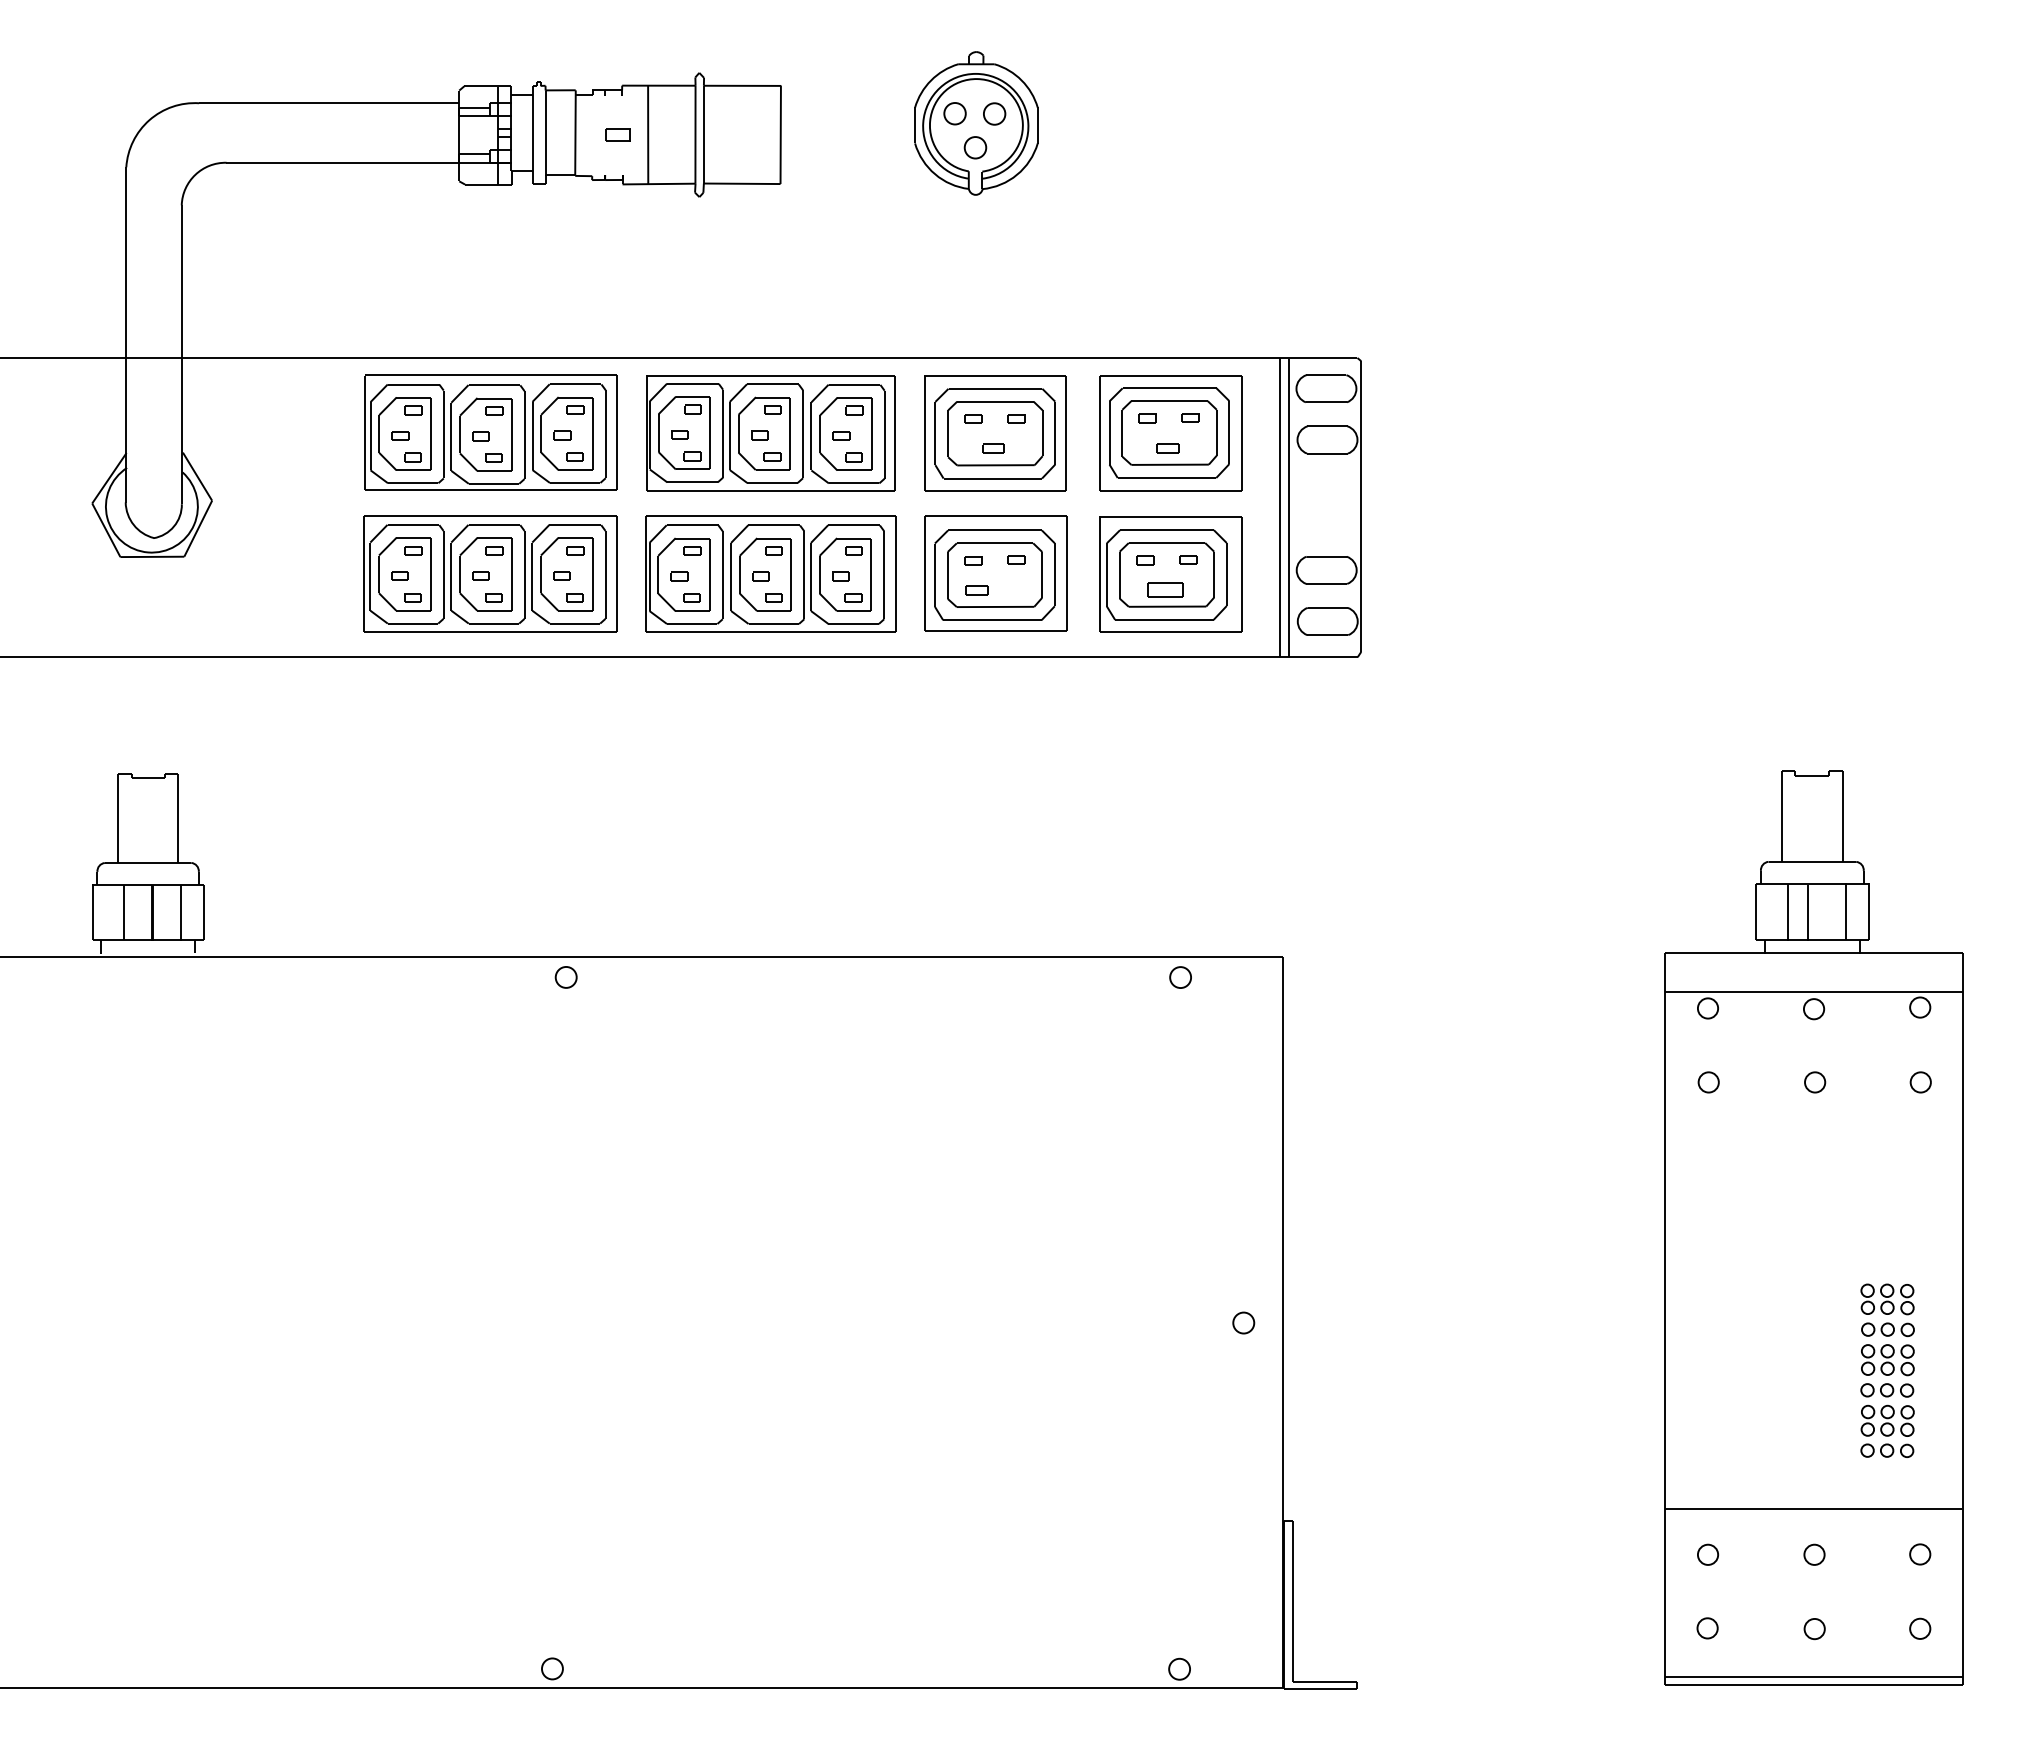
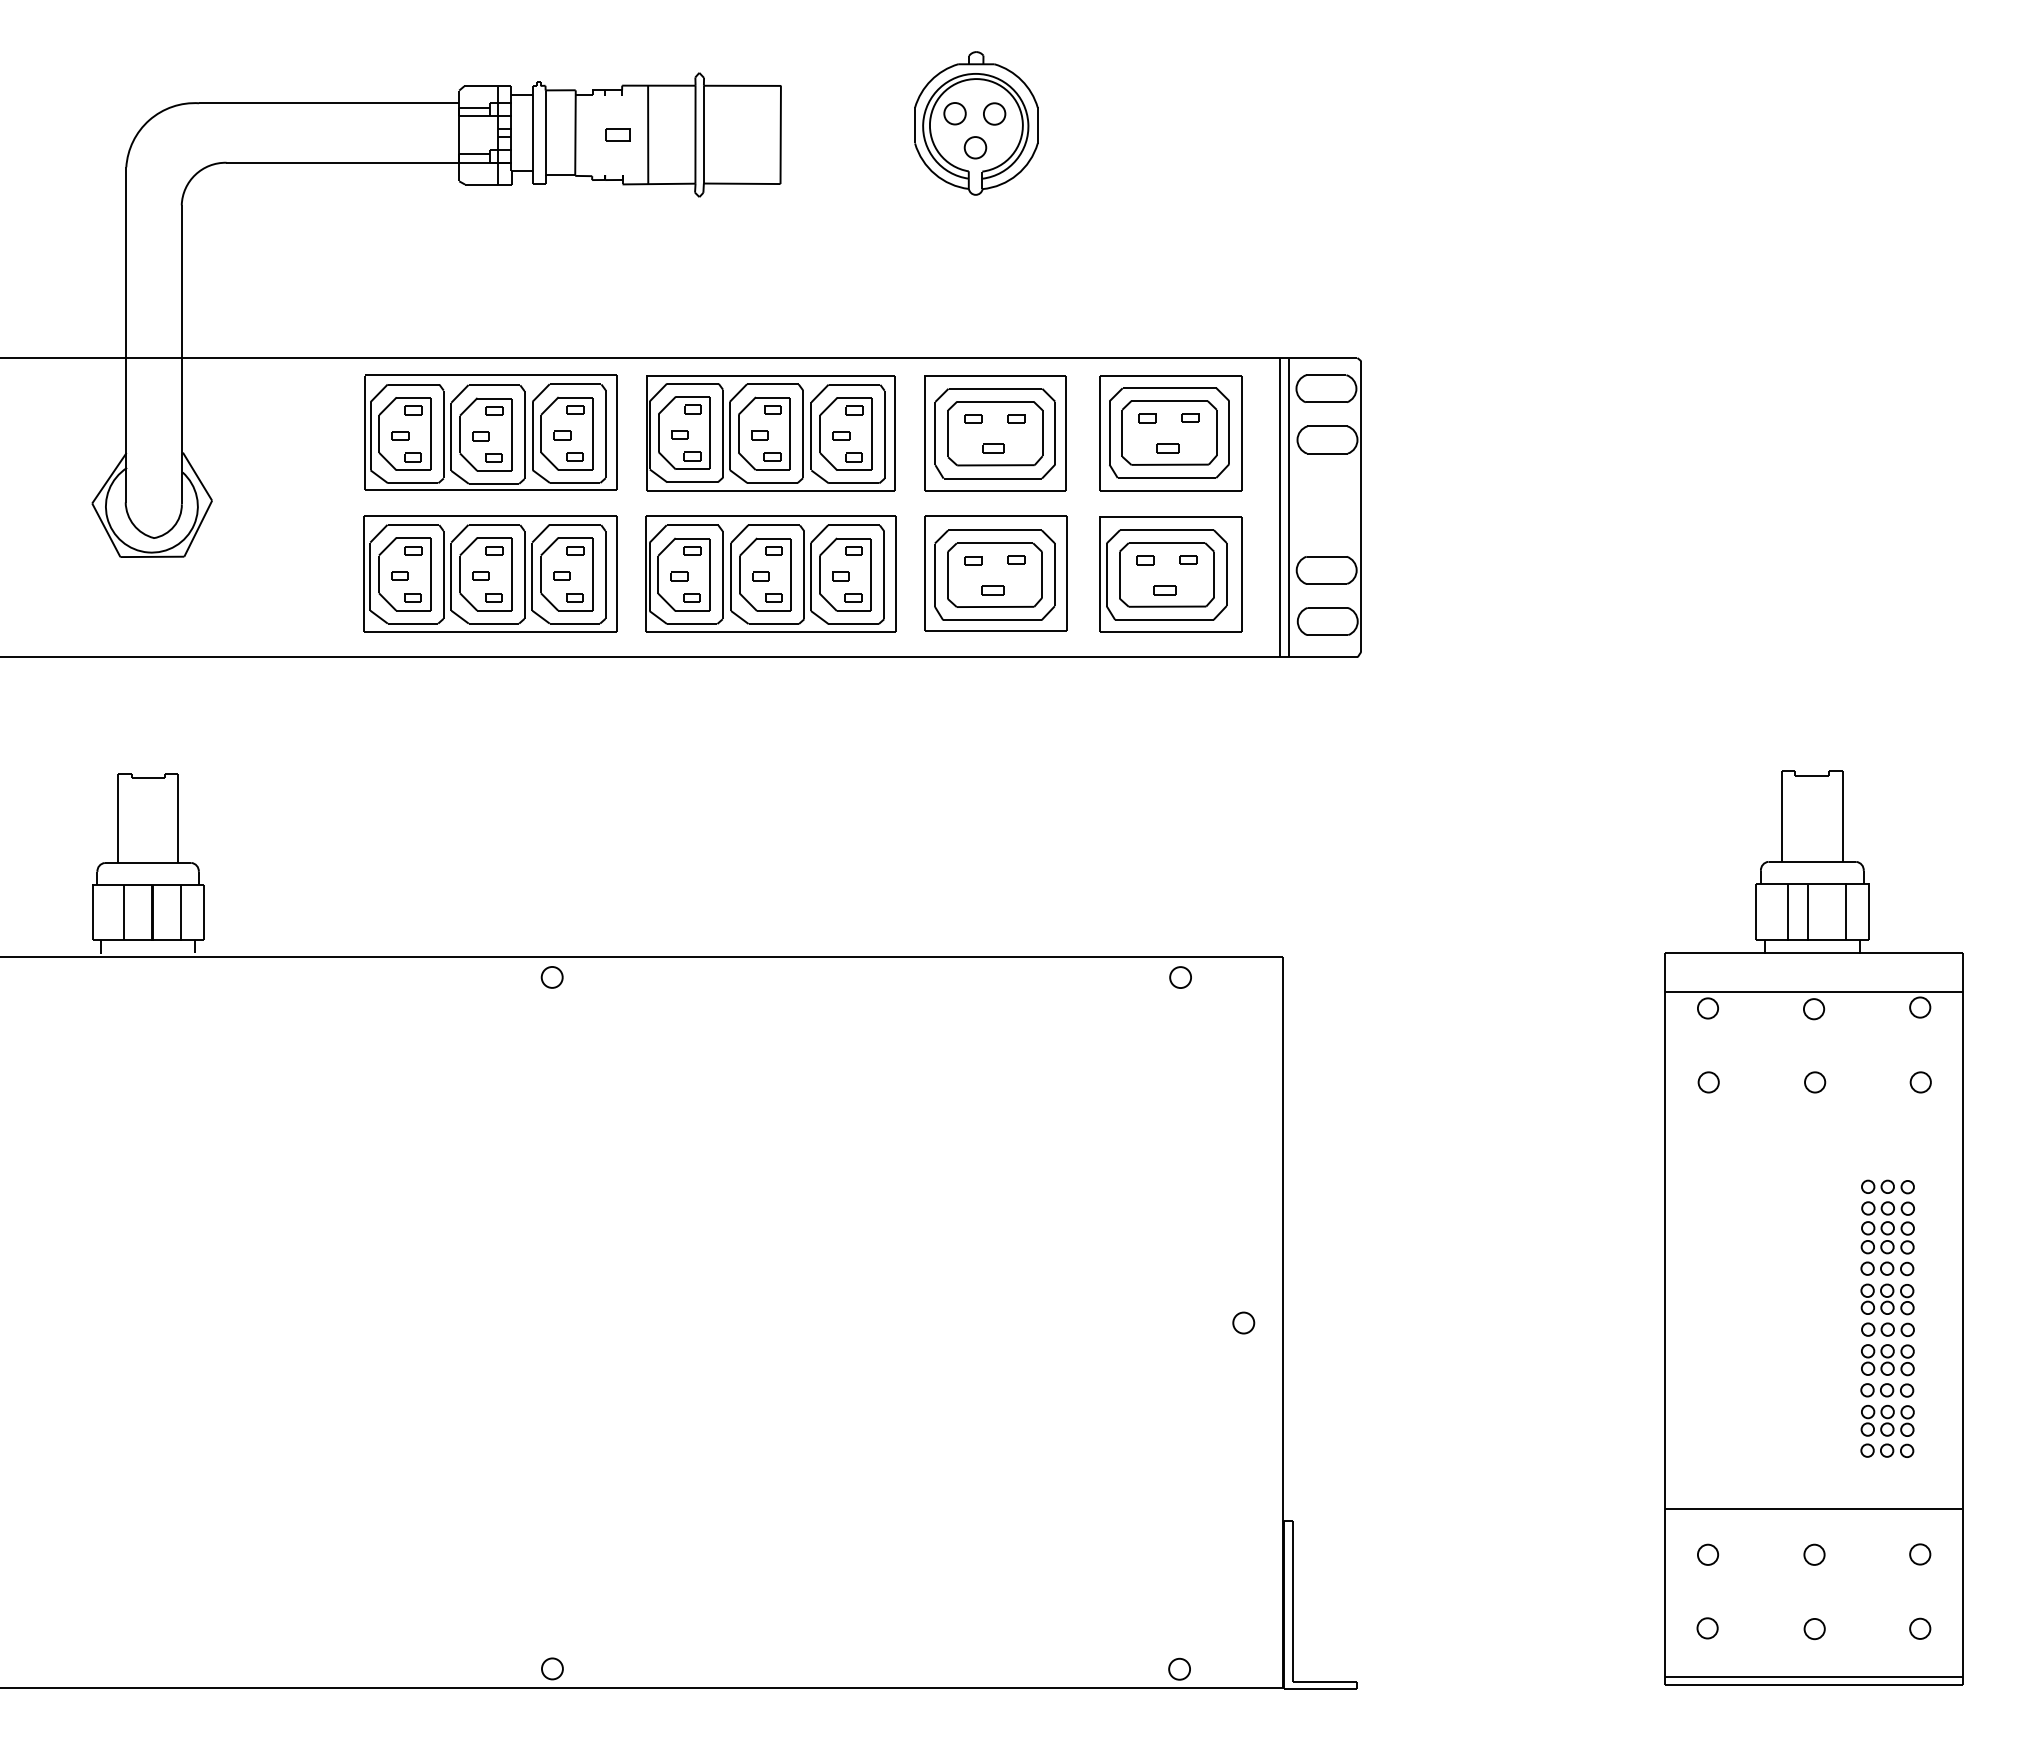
part at (1165, 589) size: 37x16 px -> 24x11 px
part at (976, 590) position: (976, 590) -> (992, 590)
part at (565, 977) position: (565, 977) -> (551, 977)
part at (1887, 1227): none -> present
